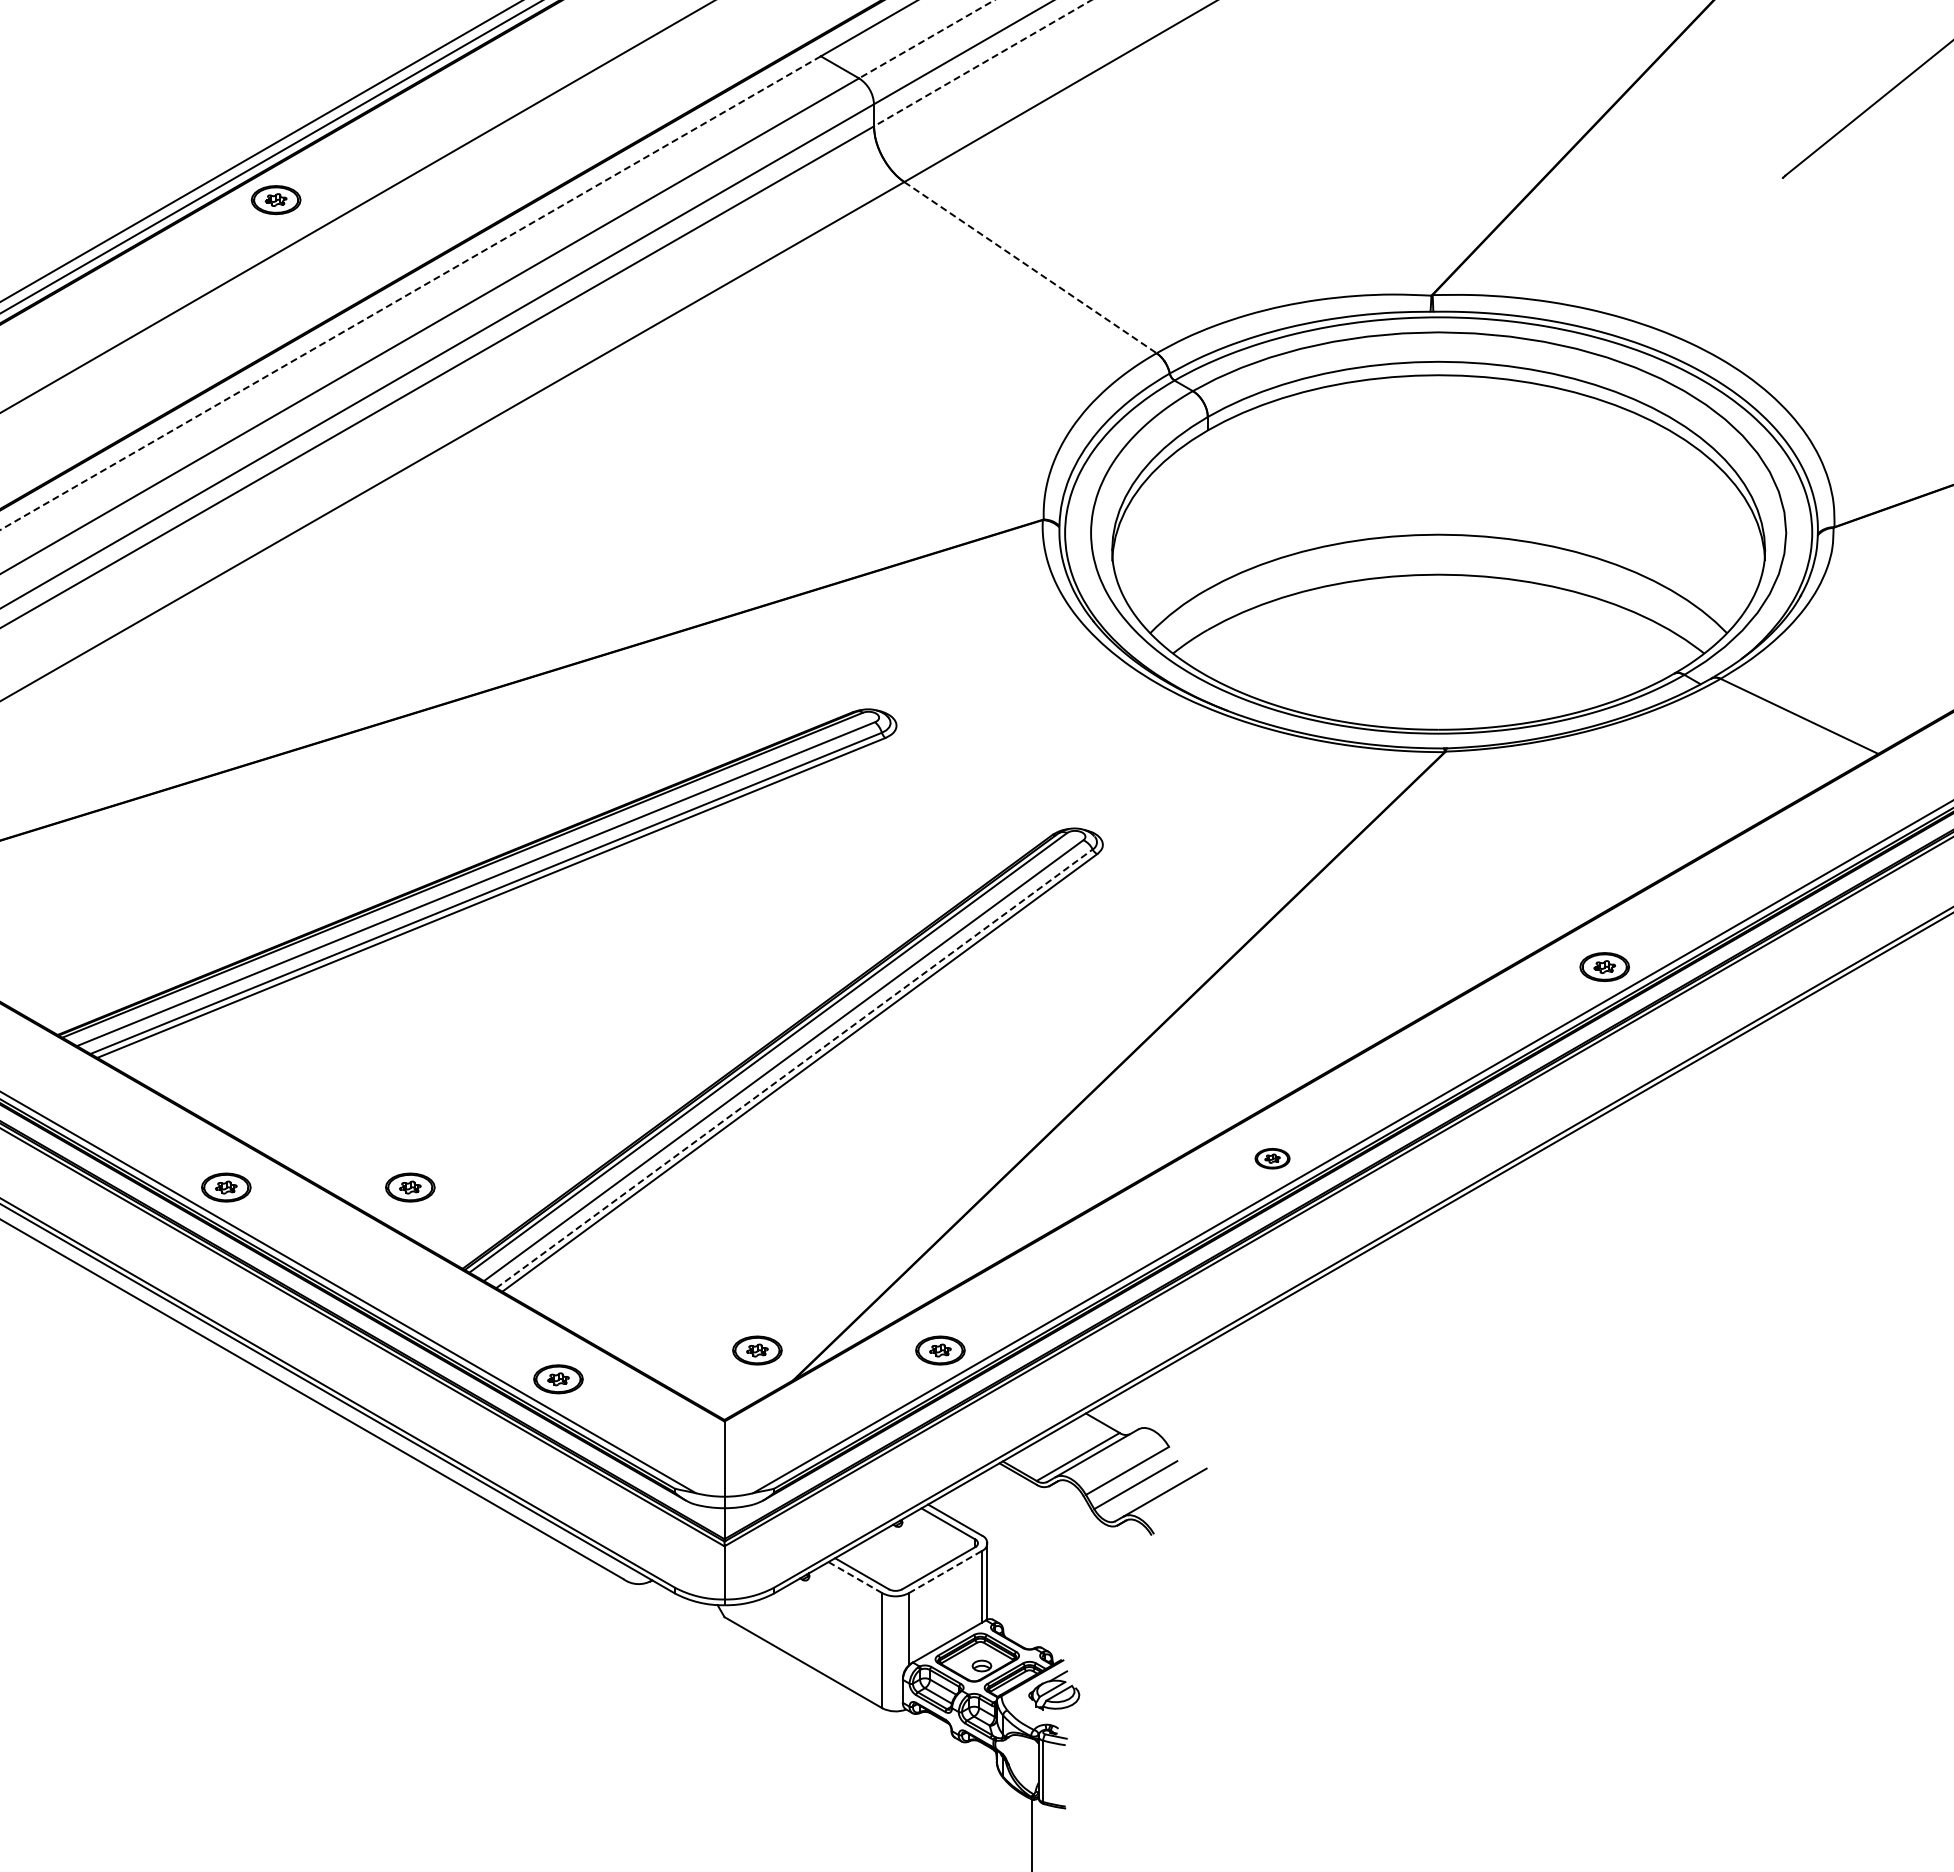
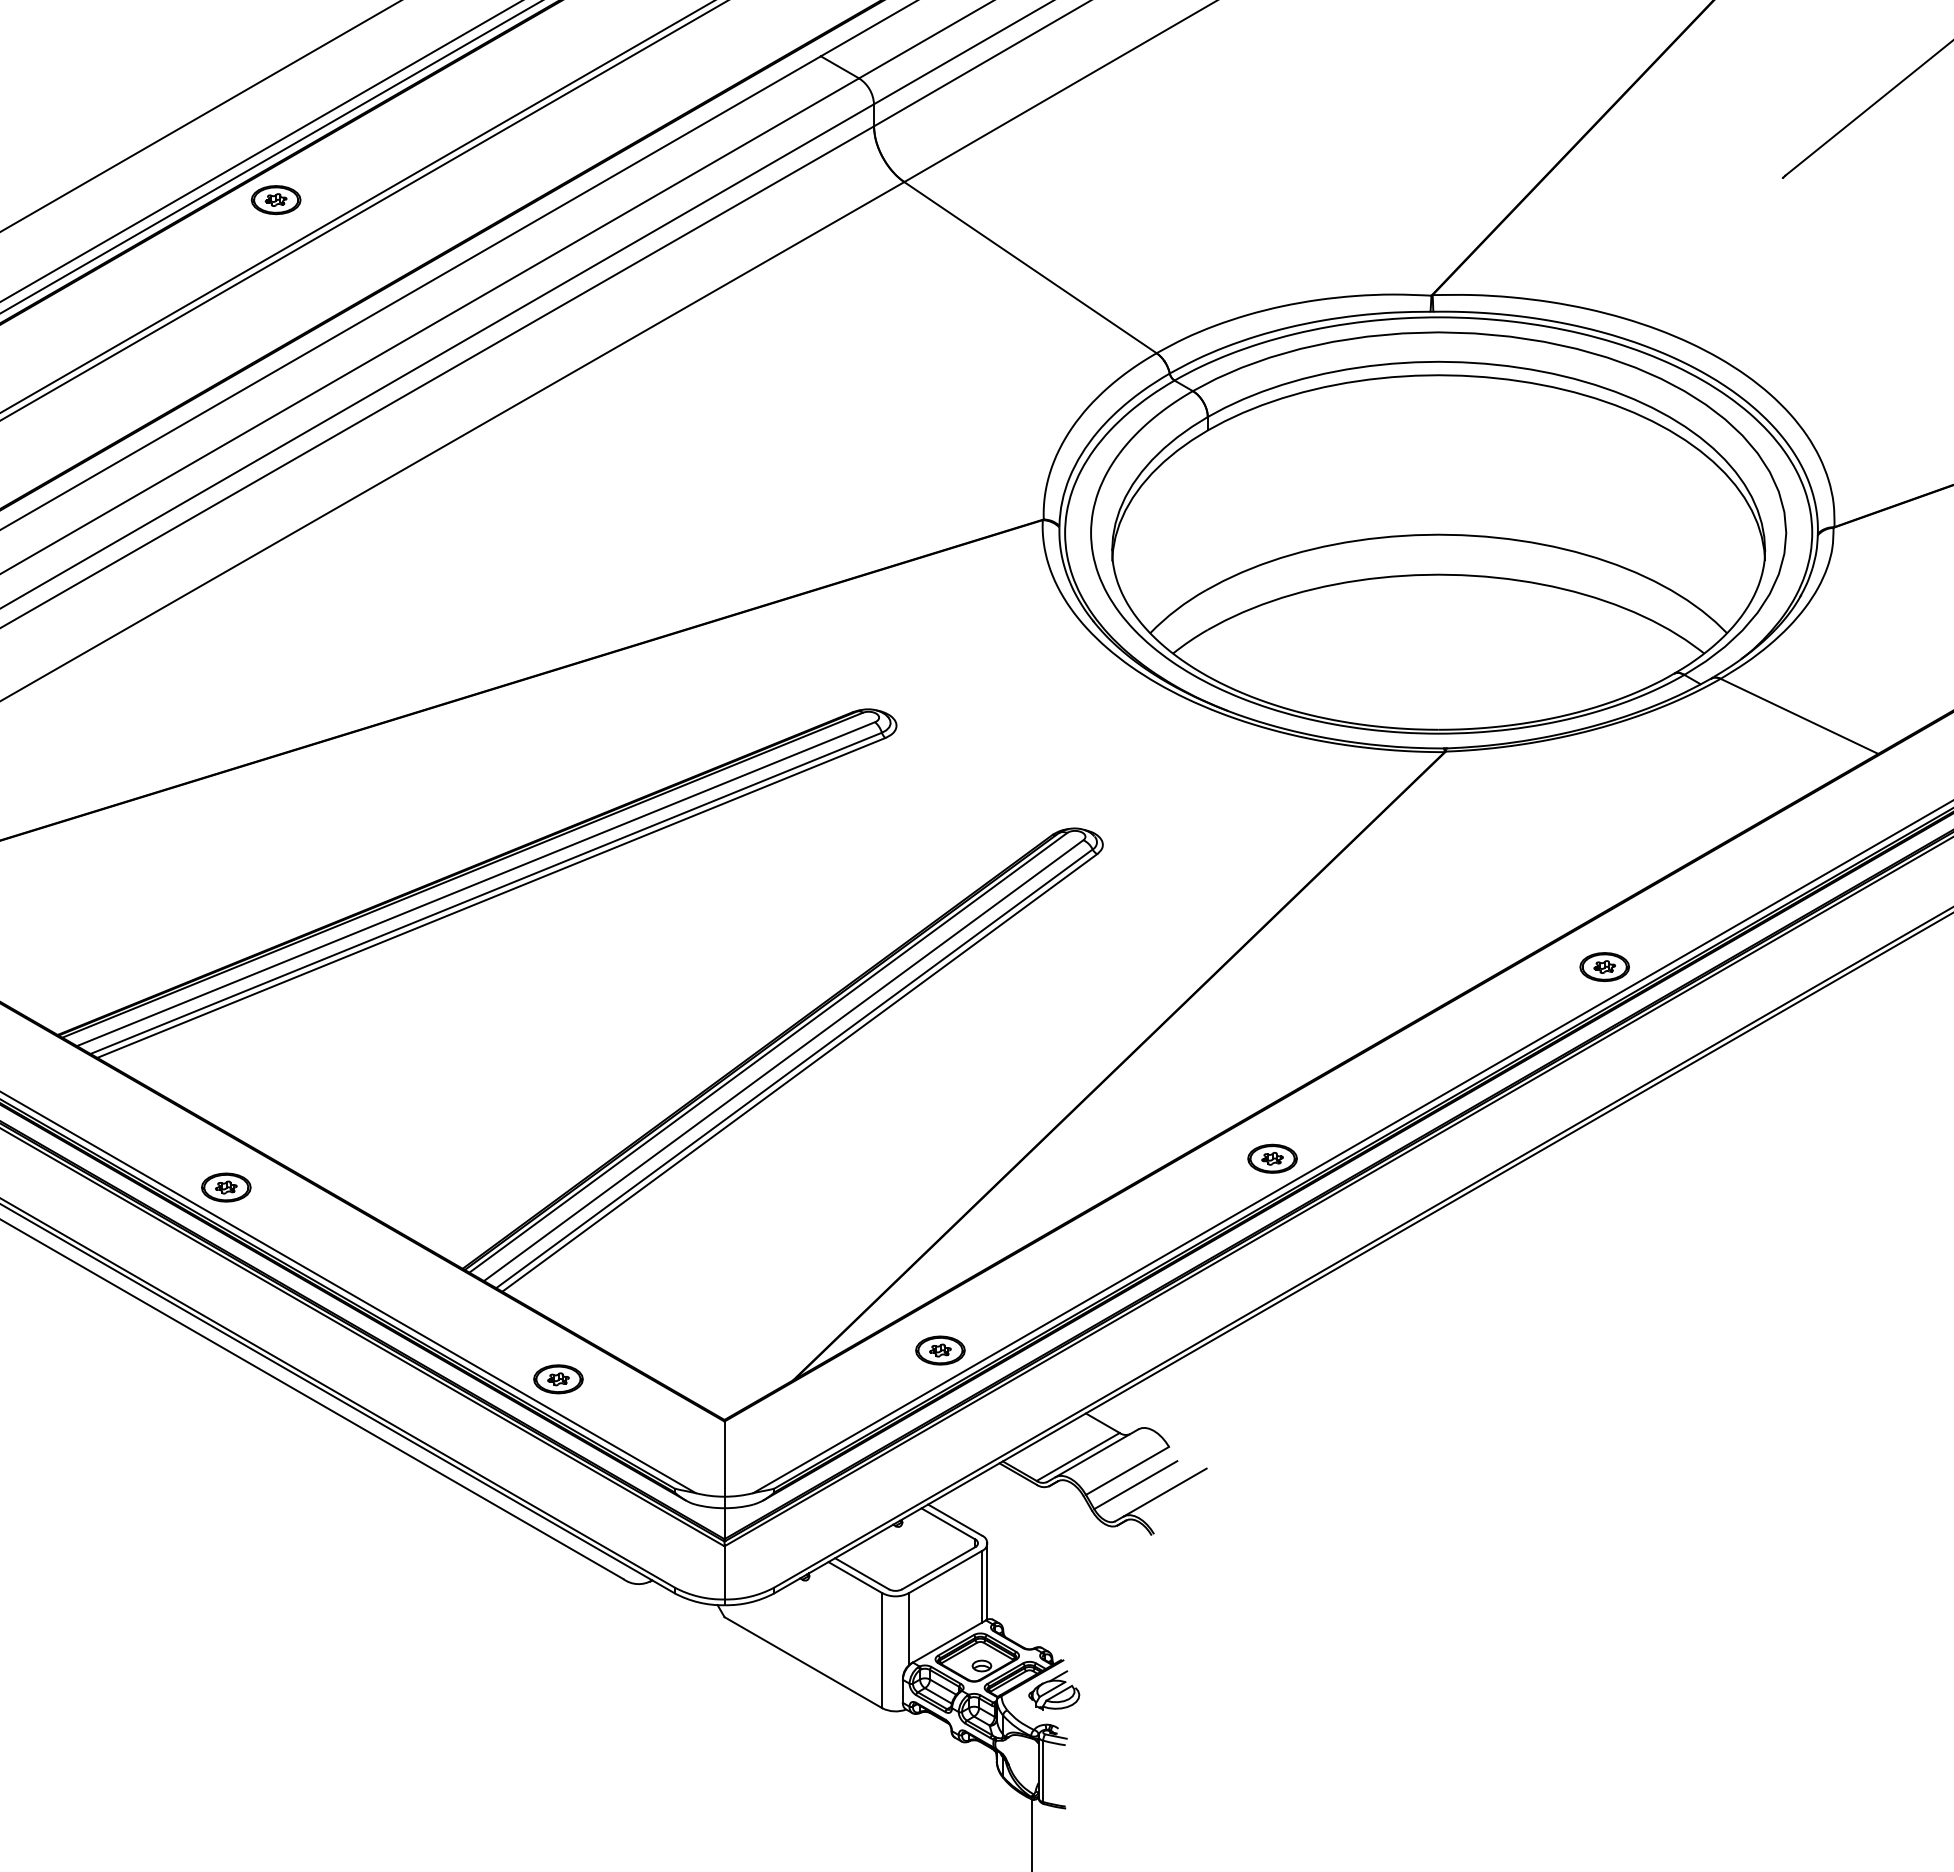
line at (926, 39): dashed -> solid
line at (982, 63): dashed -> solid
line at (200, 116): none -> present
line at (363, 210): none -> present
line at (1030, 267): dashed -> solid
line at (410, 293): dashed -> solid
line at (794, 1068): dashed -> solid
part at (1272, 1158) size: 37x22 px -> 51x31 px
part at (410, 1187): present -> none
part at (757, 1350): present -> none
line at (945, 1571): dashed -> solid
line at (855, 1577): dashed -> solid
